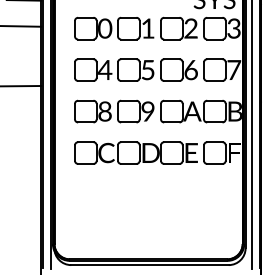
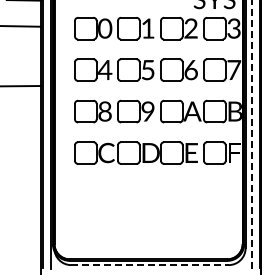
line at (252, 134): solid -> dashed
line at (149, 265): solid -> dashed
